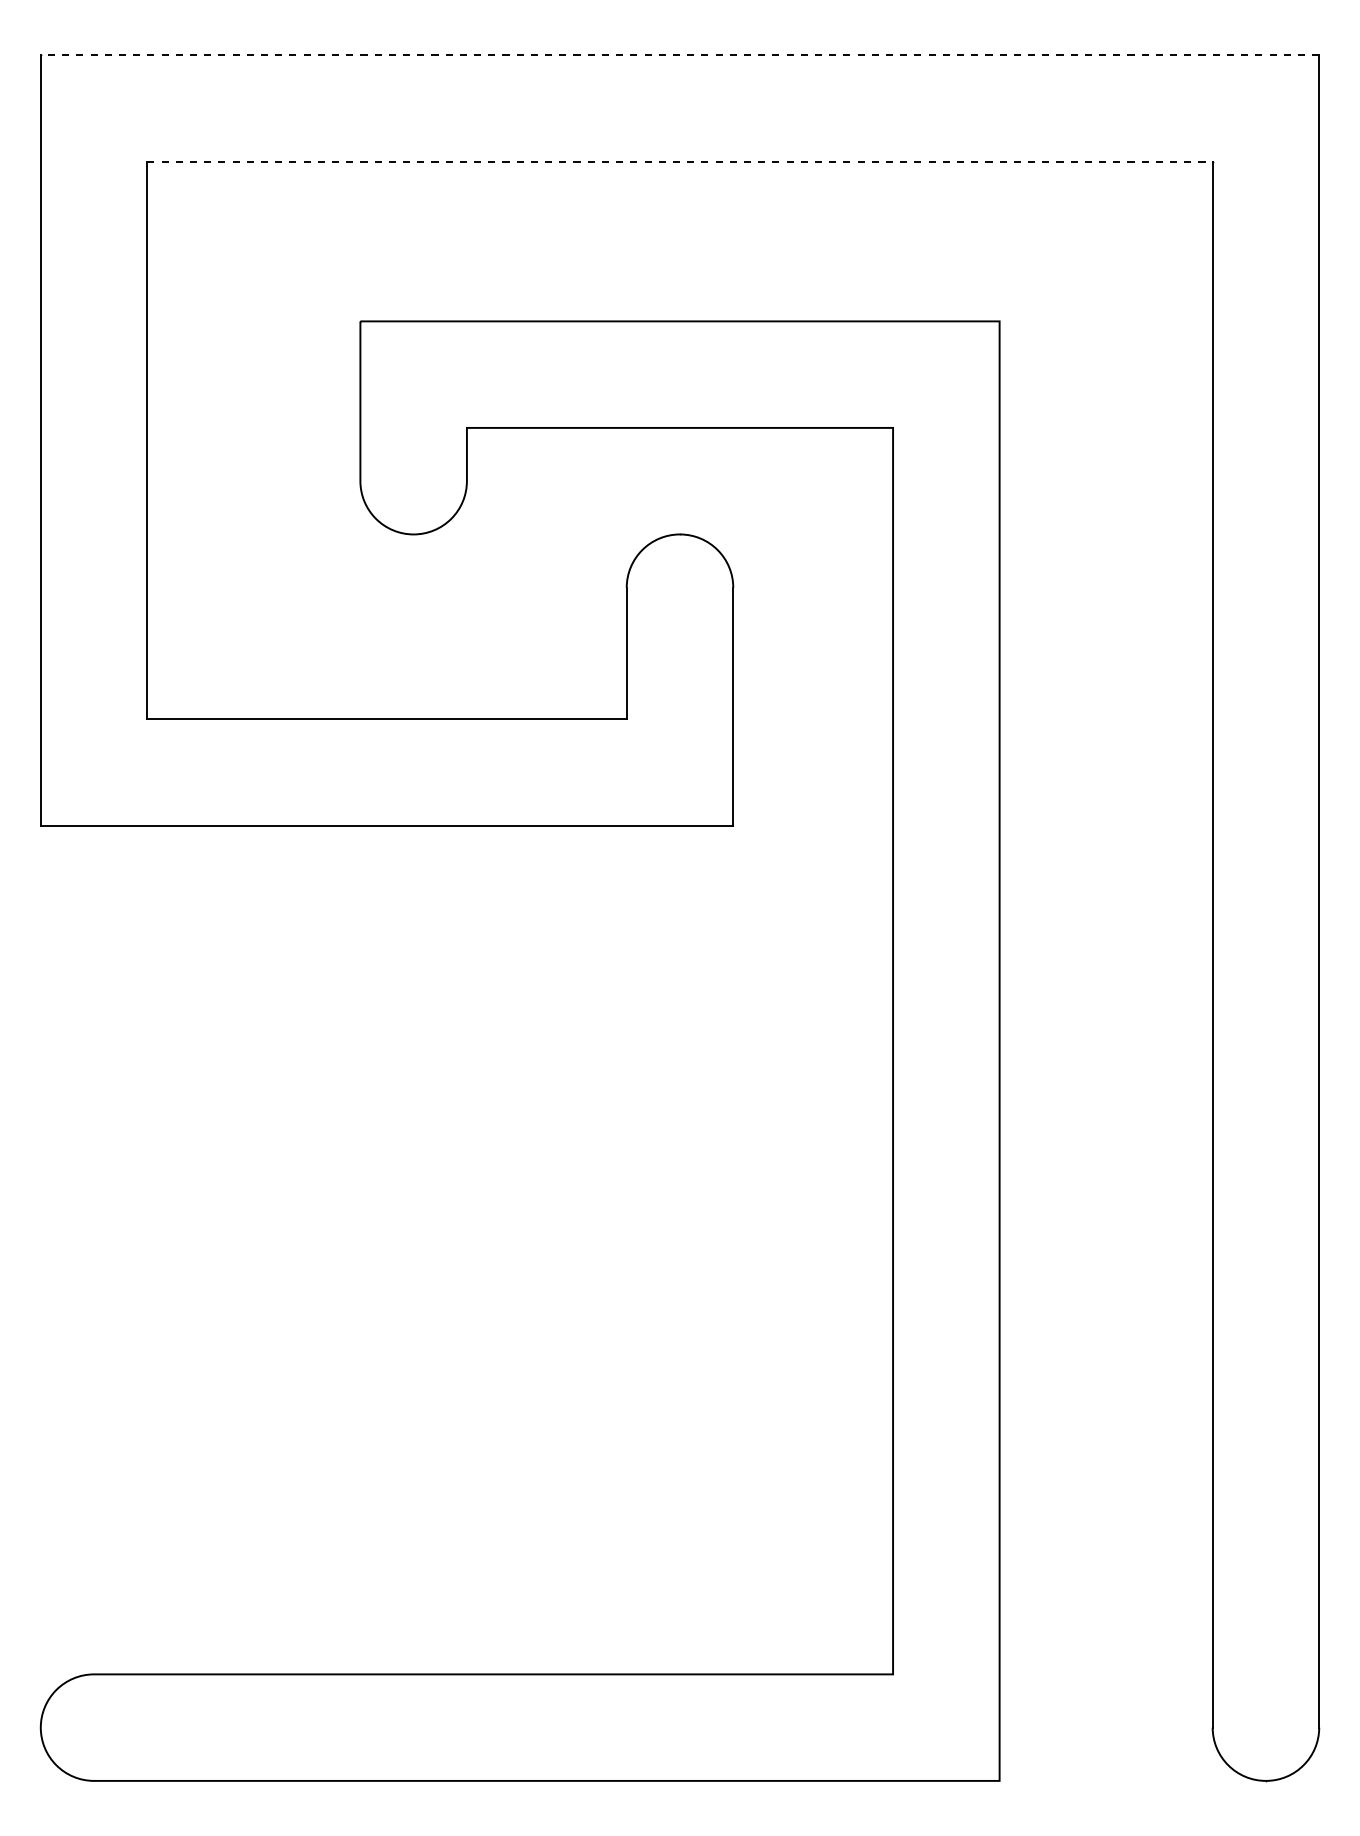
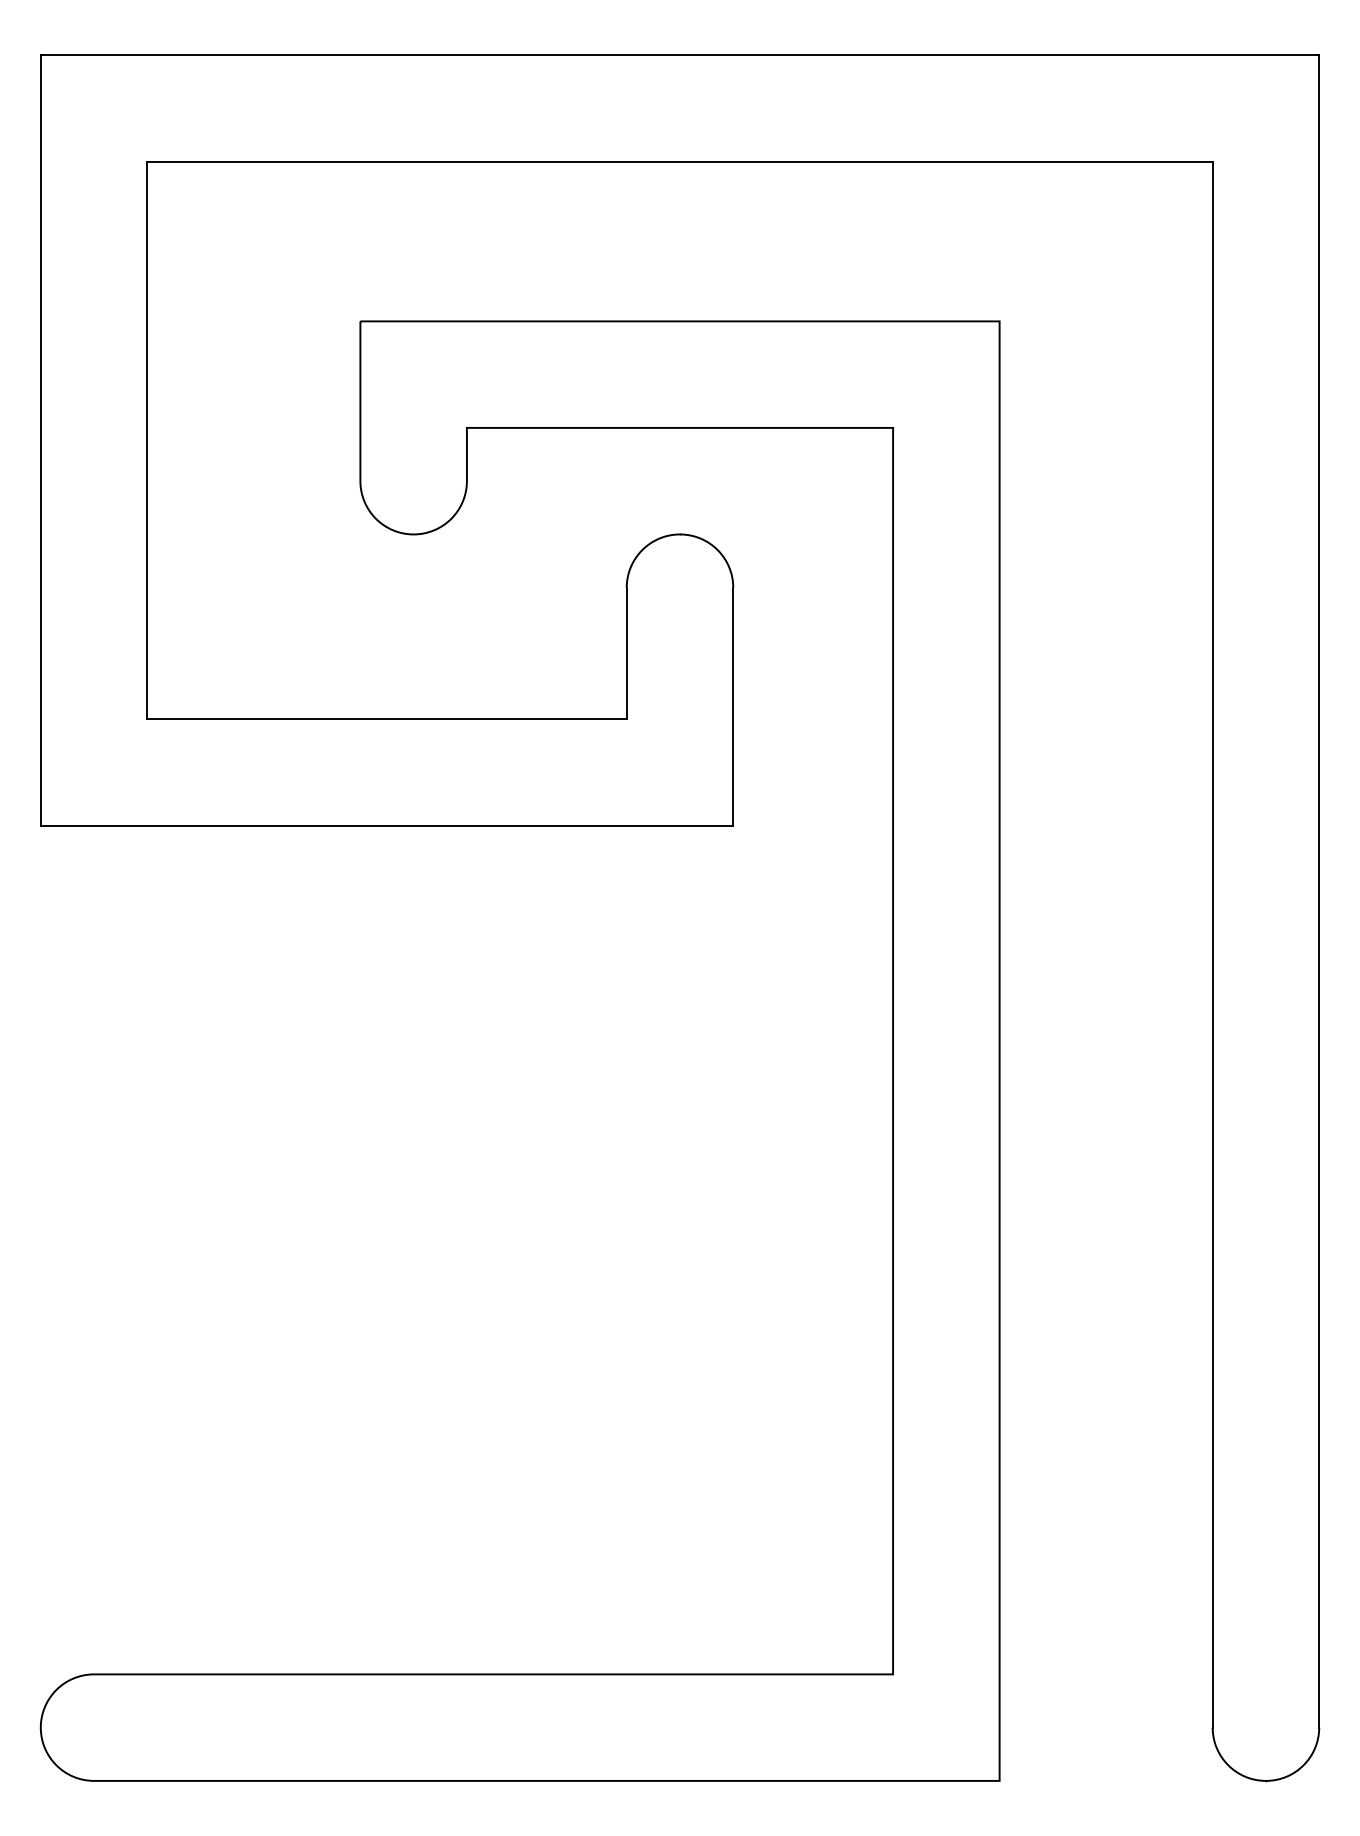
line at (679, 55): dashed -> solid
line at (680, 161): dashed -> solid
